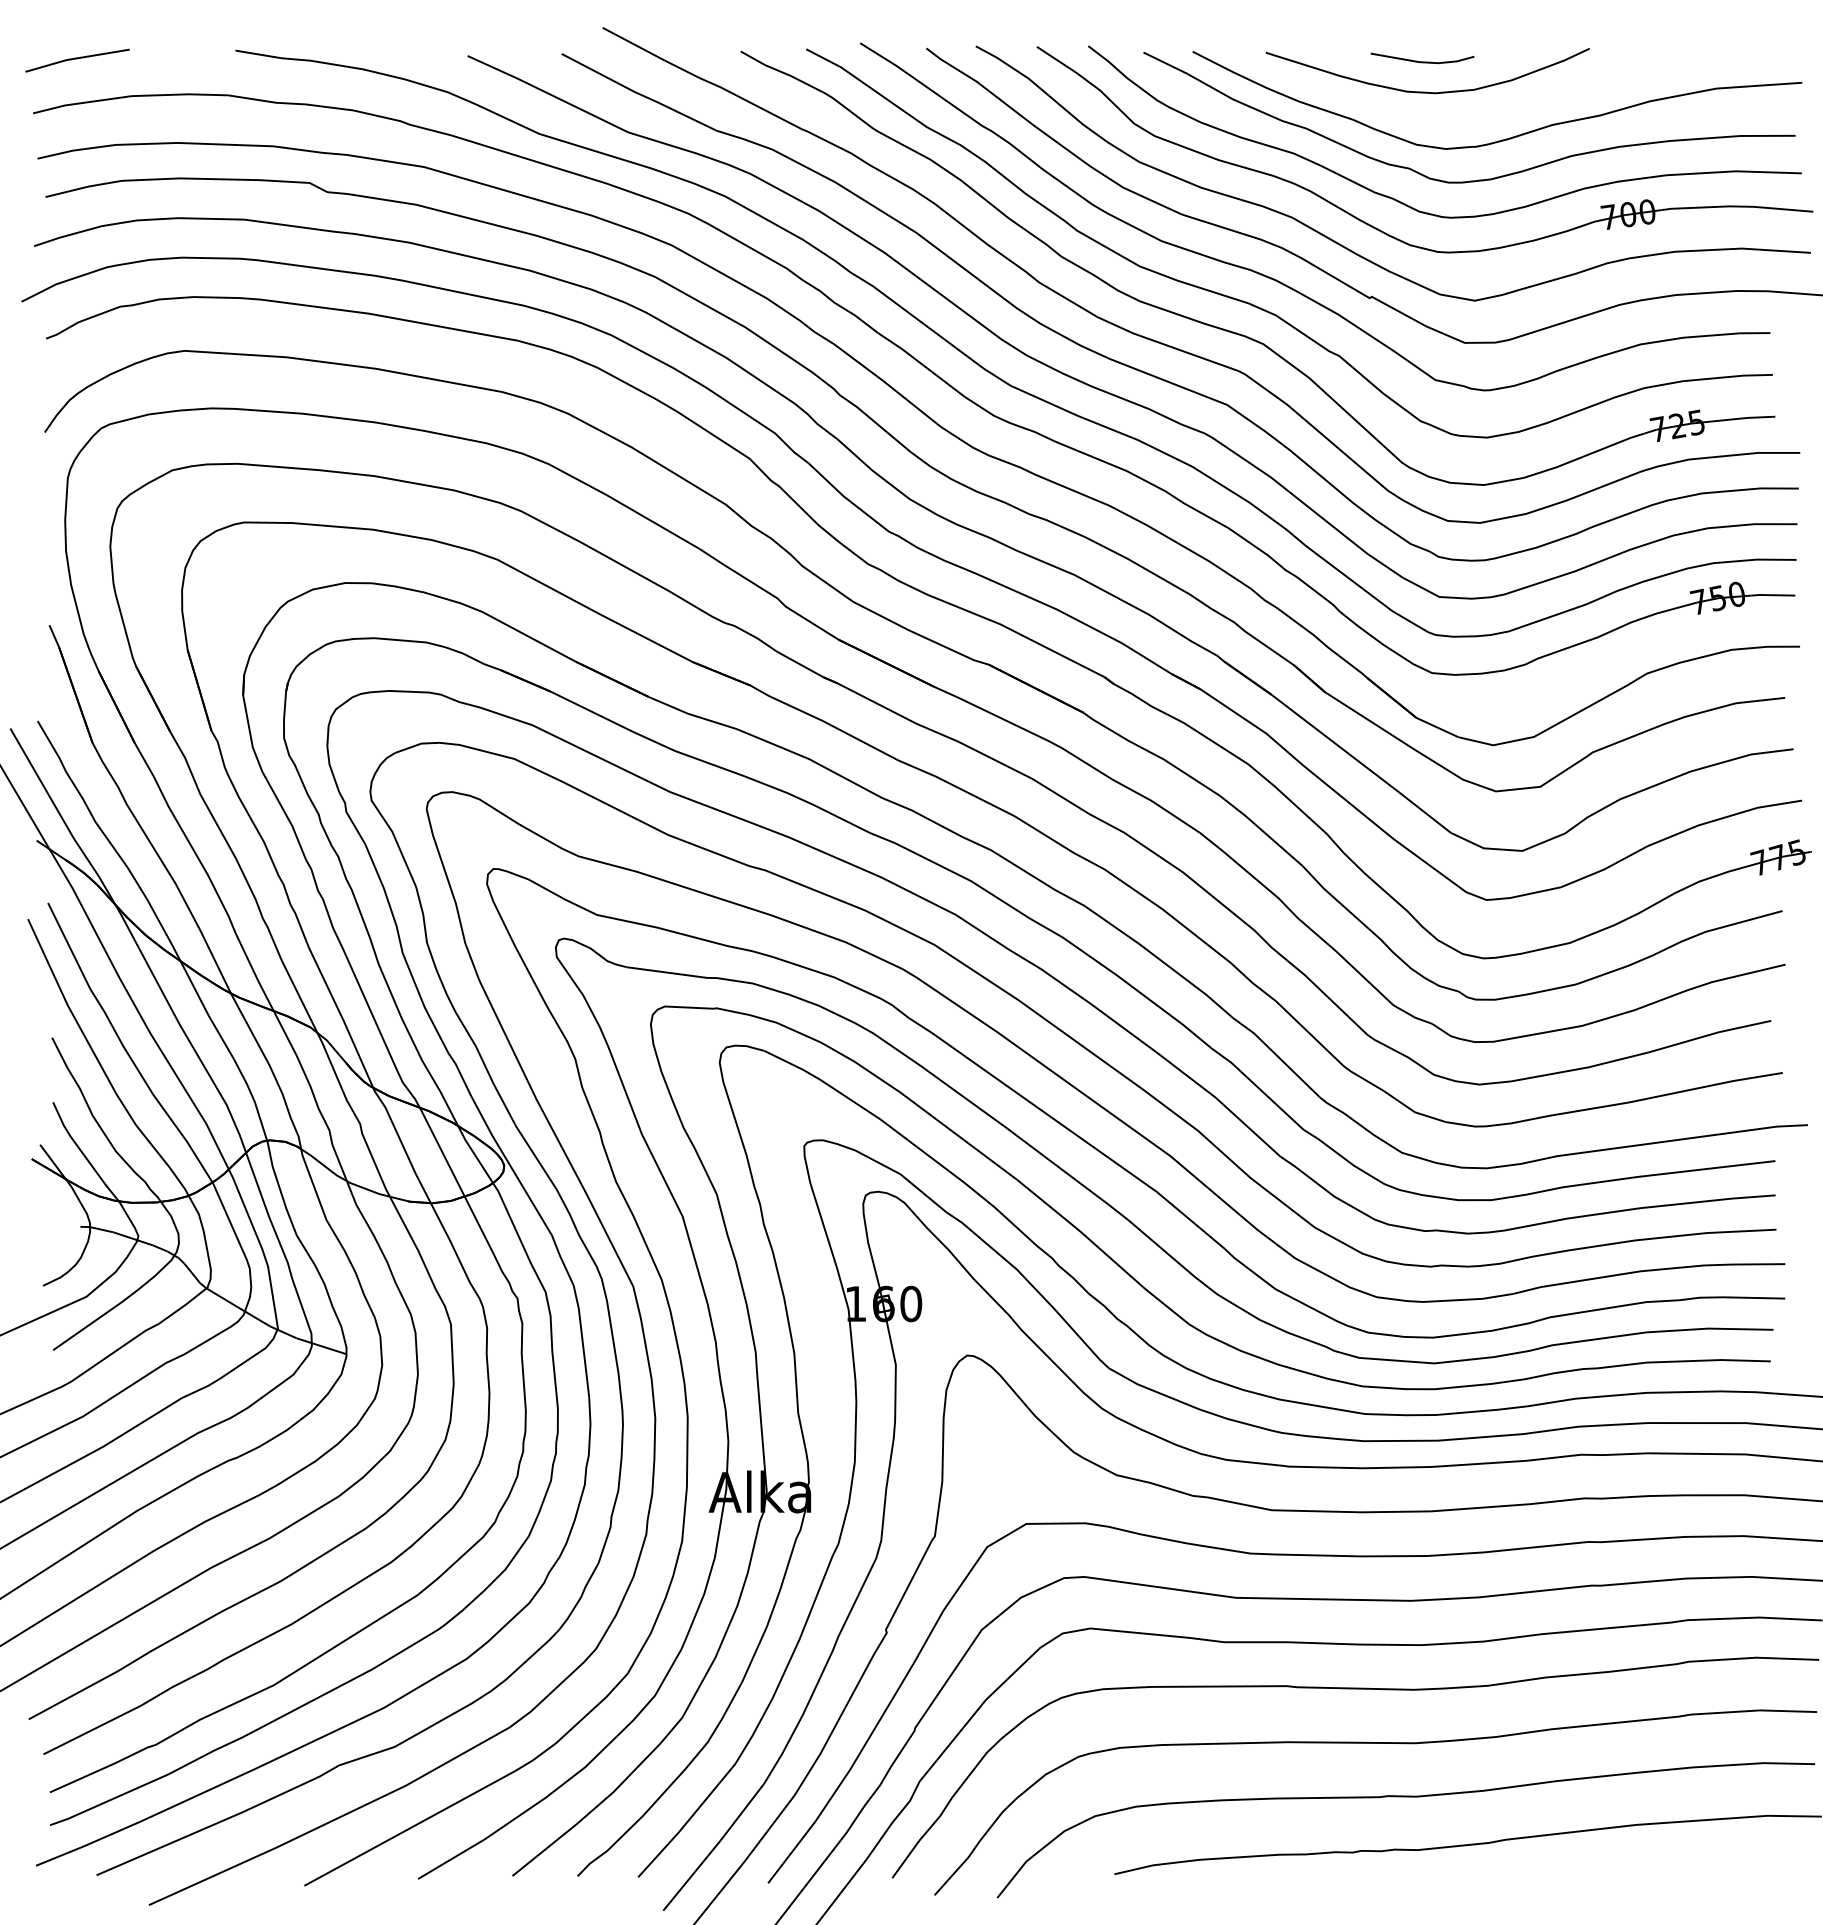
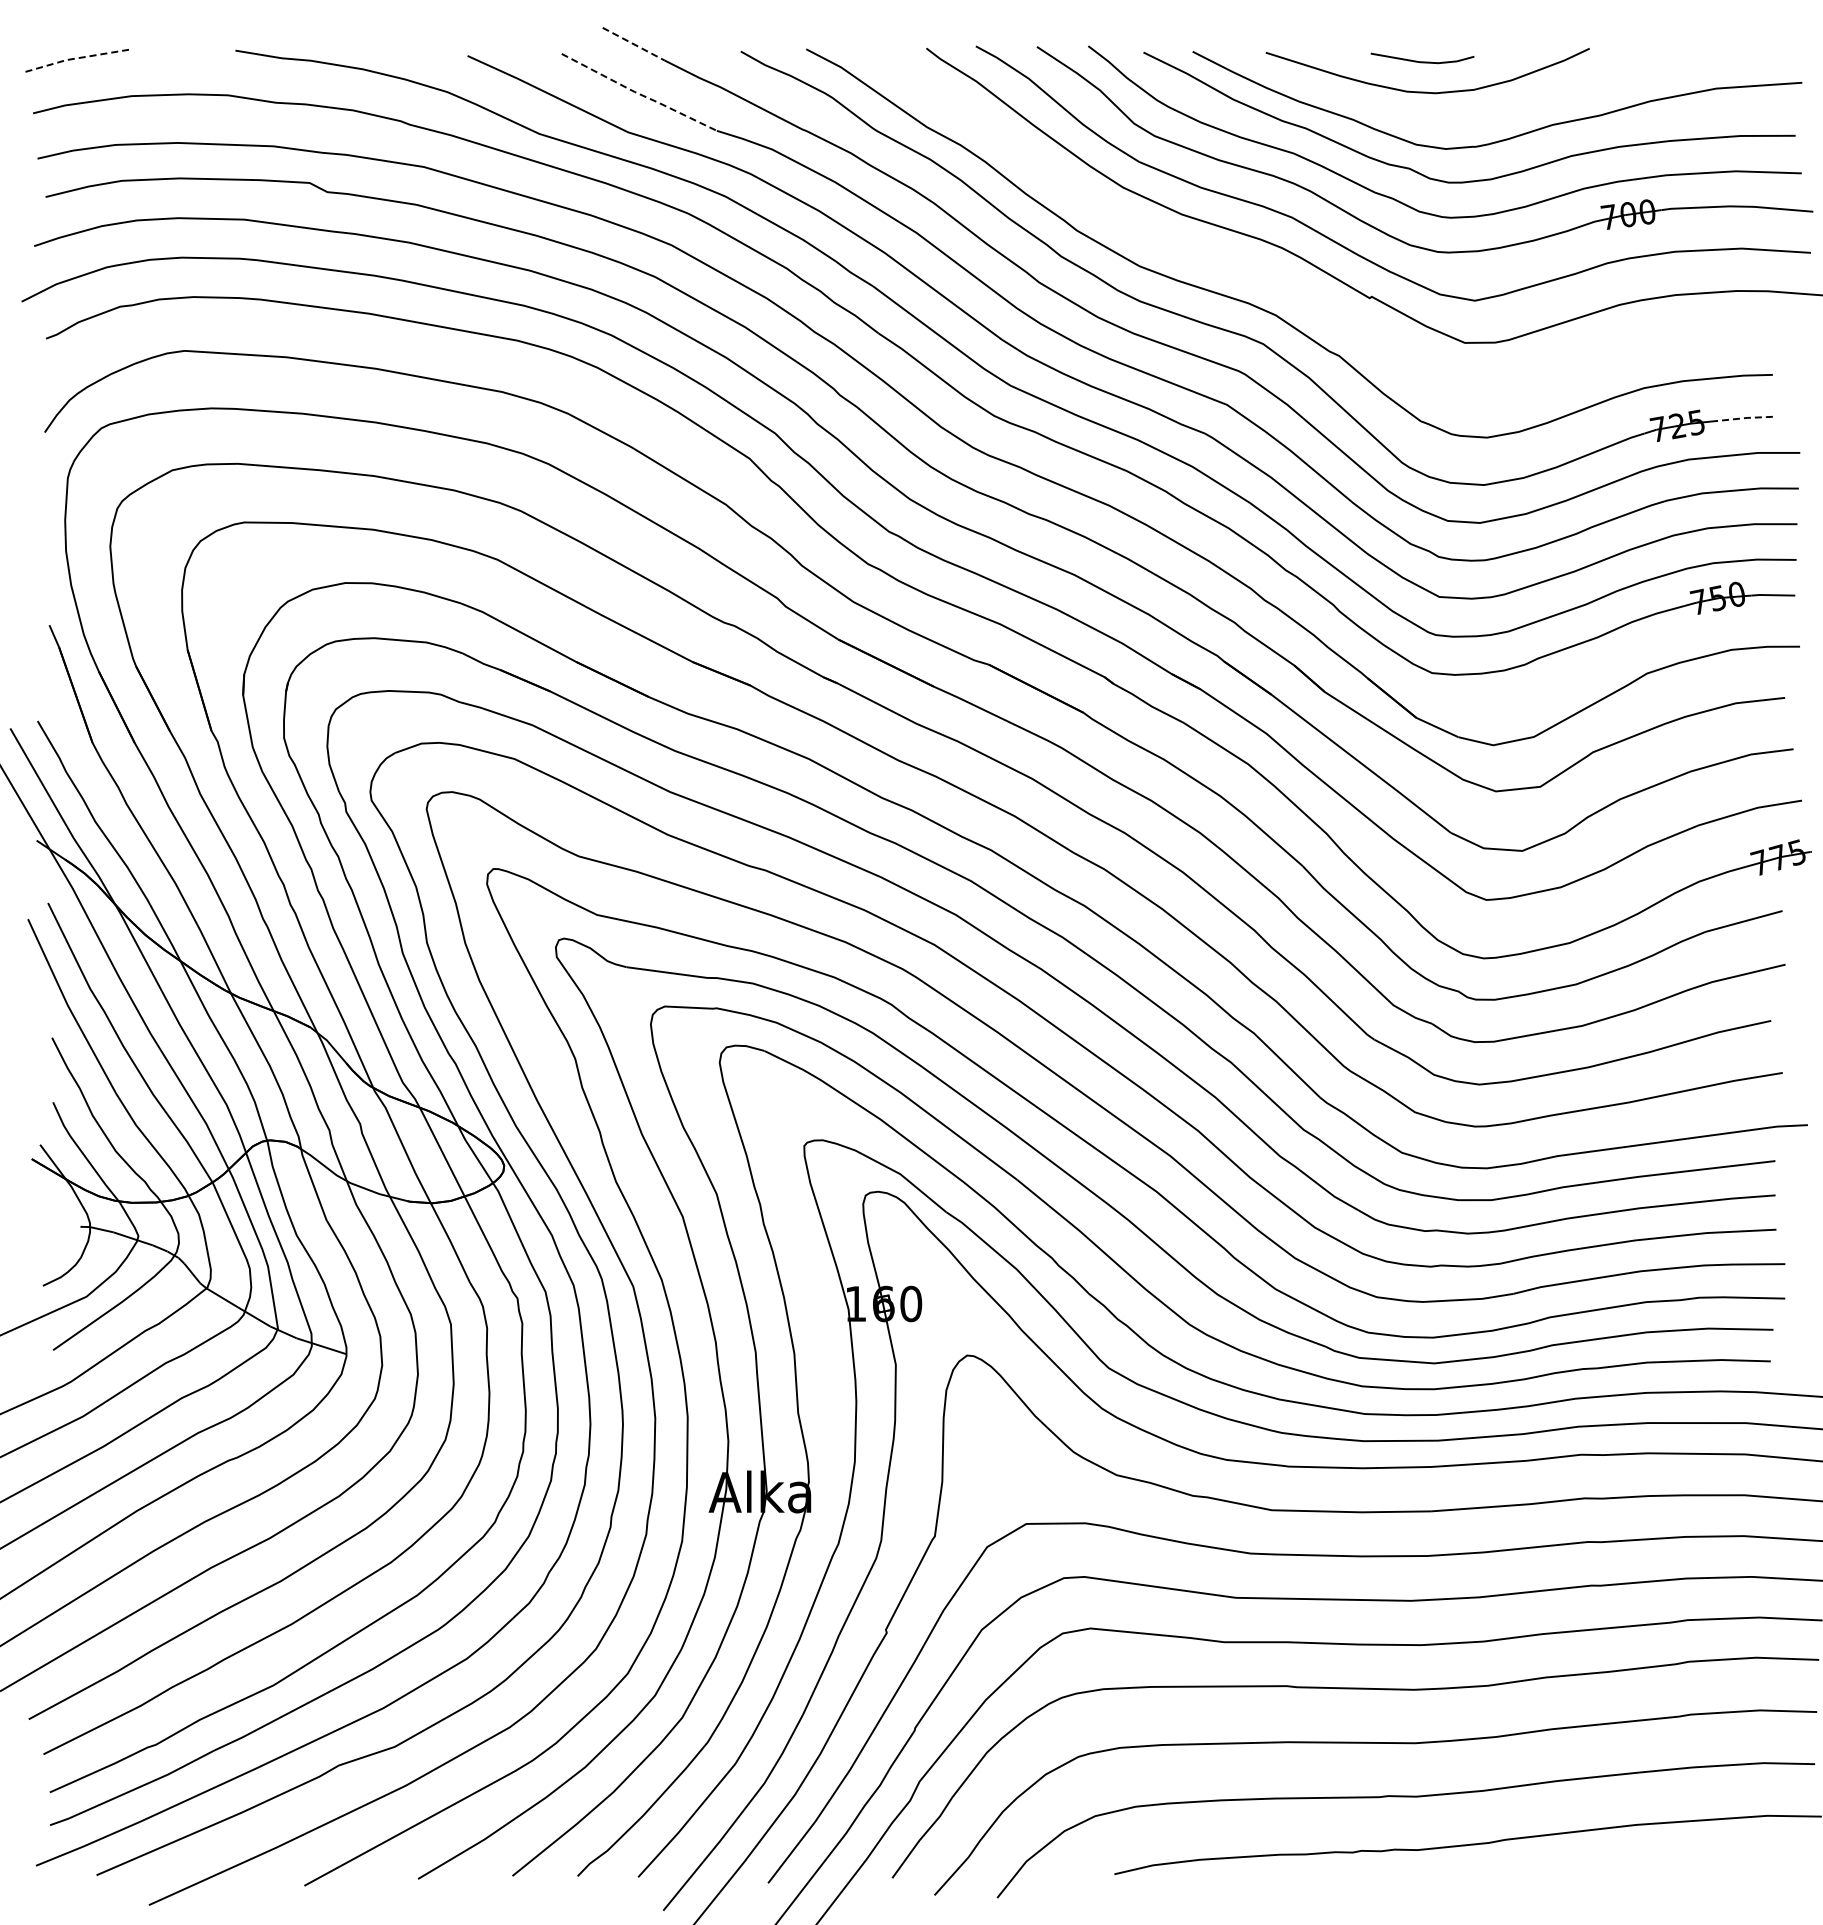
line at (634, 44): solid -> dashed
line at (77, 58): solid -> dashed
line at (639, 94): solid -> dashed
curve at (1282, 282): present -> none
line at (1744, 418): solid -> dashed
